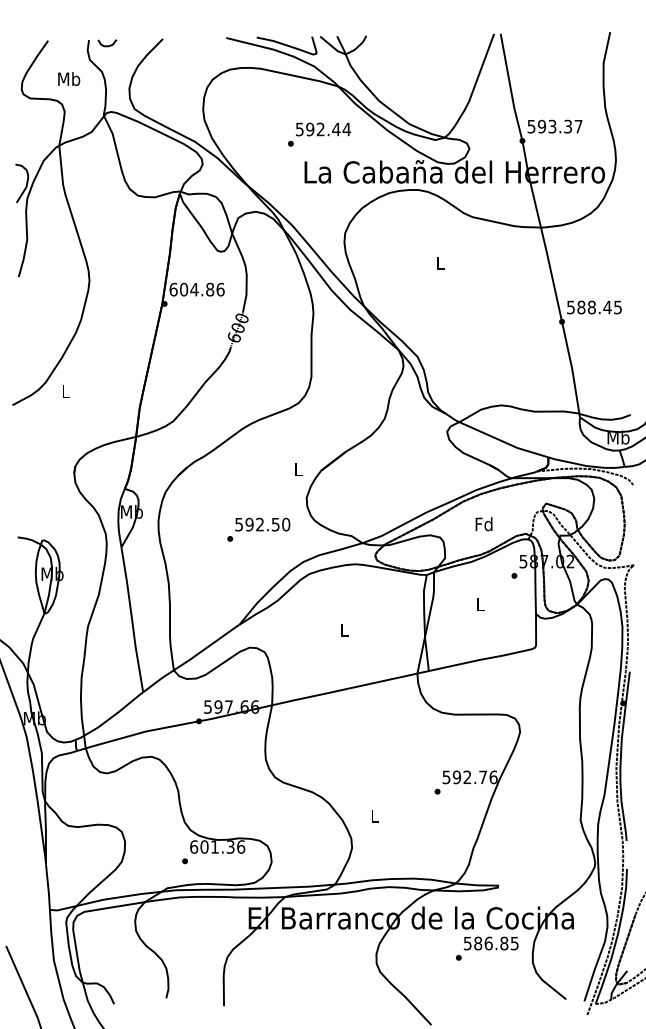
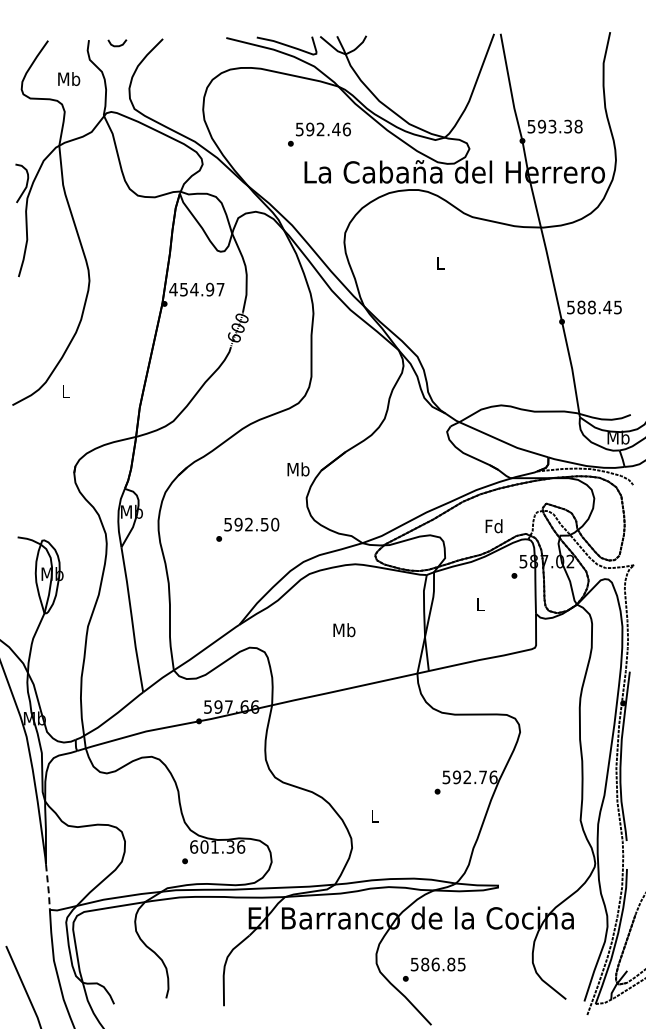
curve at (107, 45) position: (107, 45) -> (117, 45)
text at (578, 126): 593.37 -> 593.38
text at (346, 129): 592.44 -> 592.46
text at (196, 289): 604.86 -> 454.97
text at (298, 469): L -> Mb
text at (483, 524) position: (483, 524) -> (493, 526)
text at (258, 529) position: (258, 529) -> (247, 529)
text at (344, 630): L -> Mb
line at (48, 887): solid -> dashed
text at (487, 948) position: (487, 948) -> (434, 969)
